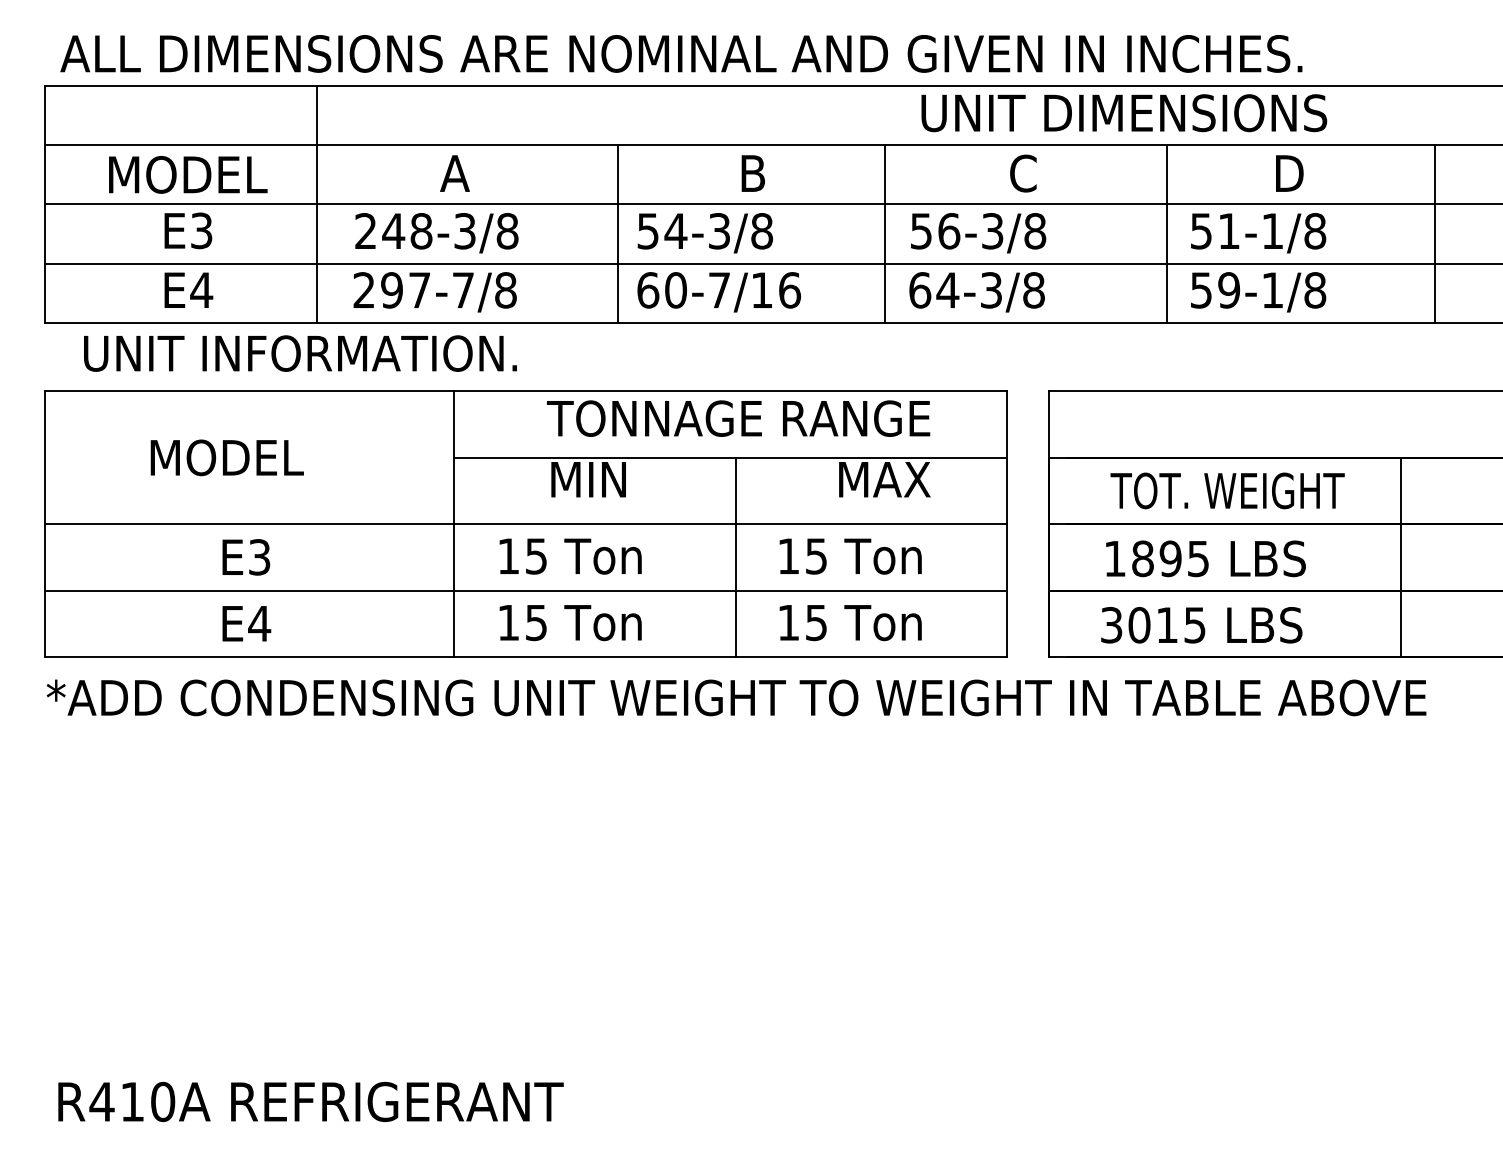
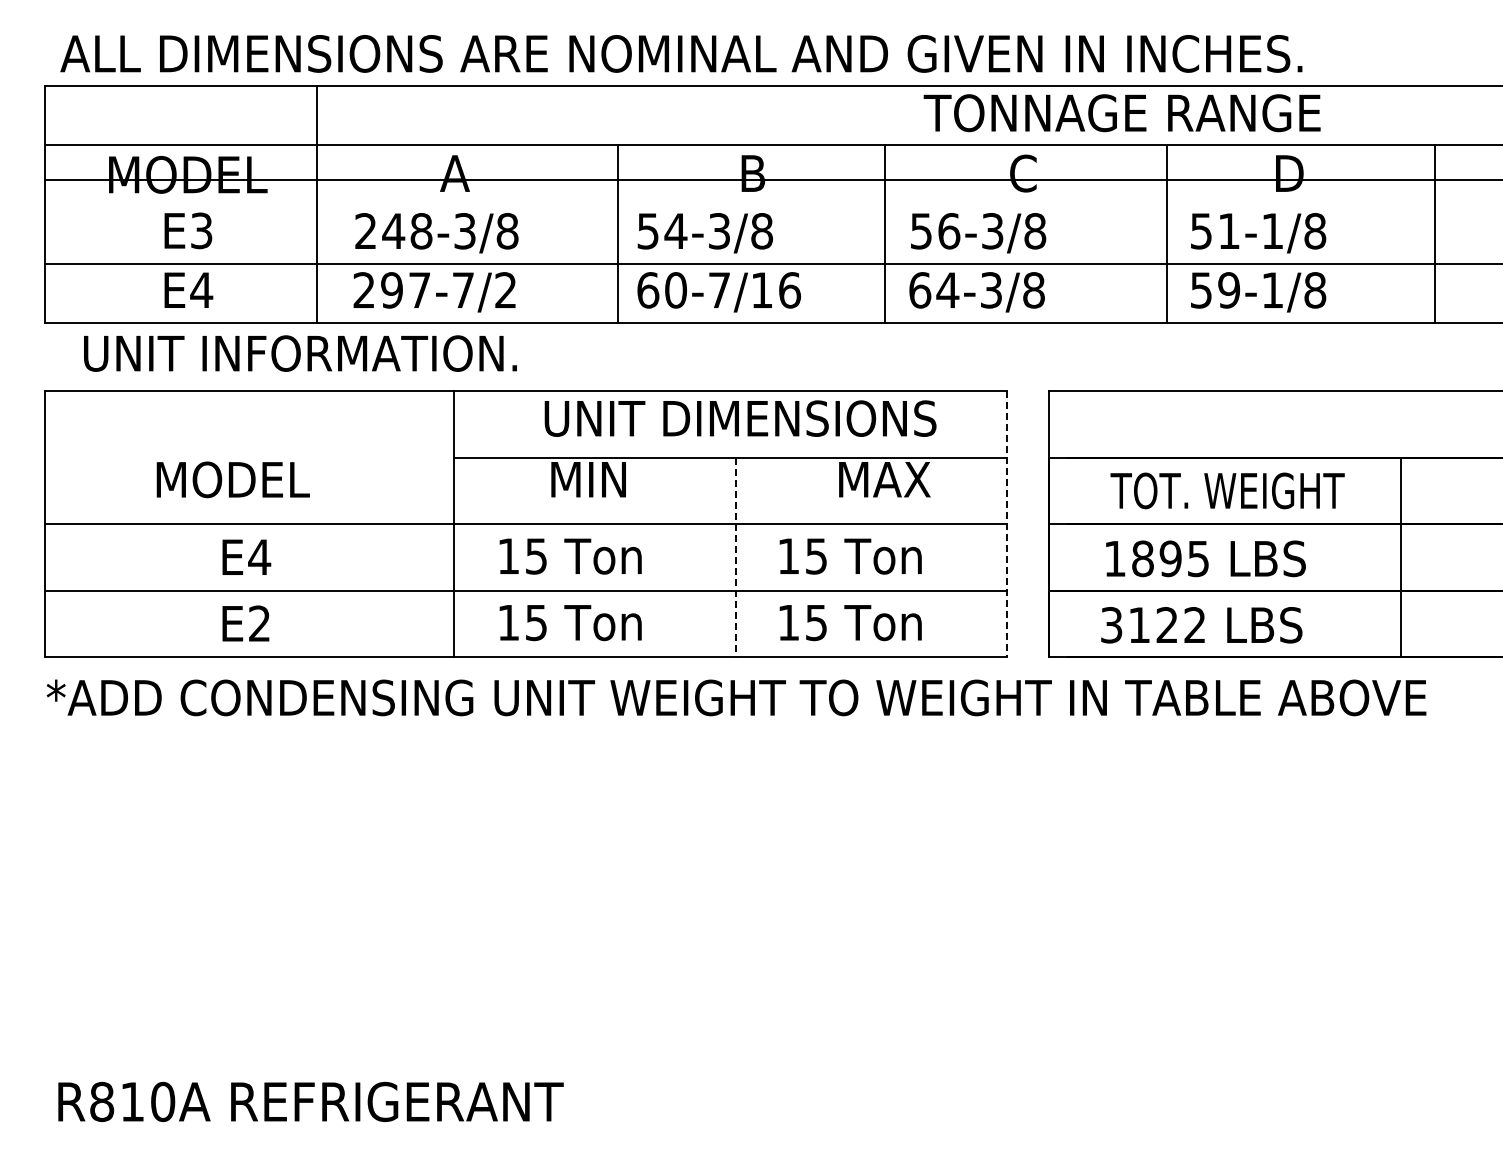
text at (1124, 113): UNIT DIMENSIONS -> TONNAGE RANGE
line at (772, 204) position: (772, 204) -> (772, 180)
text at (505, 290): 297-7/8 -> 297-7/2
text at (740, 418): TONNAGE RANGE -> UNIT DIMENSIONS
text at (226, 457) position: (226, 457) -> (232, 479)
line at (1007, 524): solid -> dashed
text at (259, 557): E3 -> E4
line at (735, 557): solid -> dashed
text at (259, 623): E4 -> E2
text at (1166, 625): 3015 -> 3122
text at (101, 1101): R410A -> R810A
